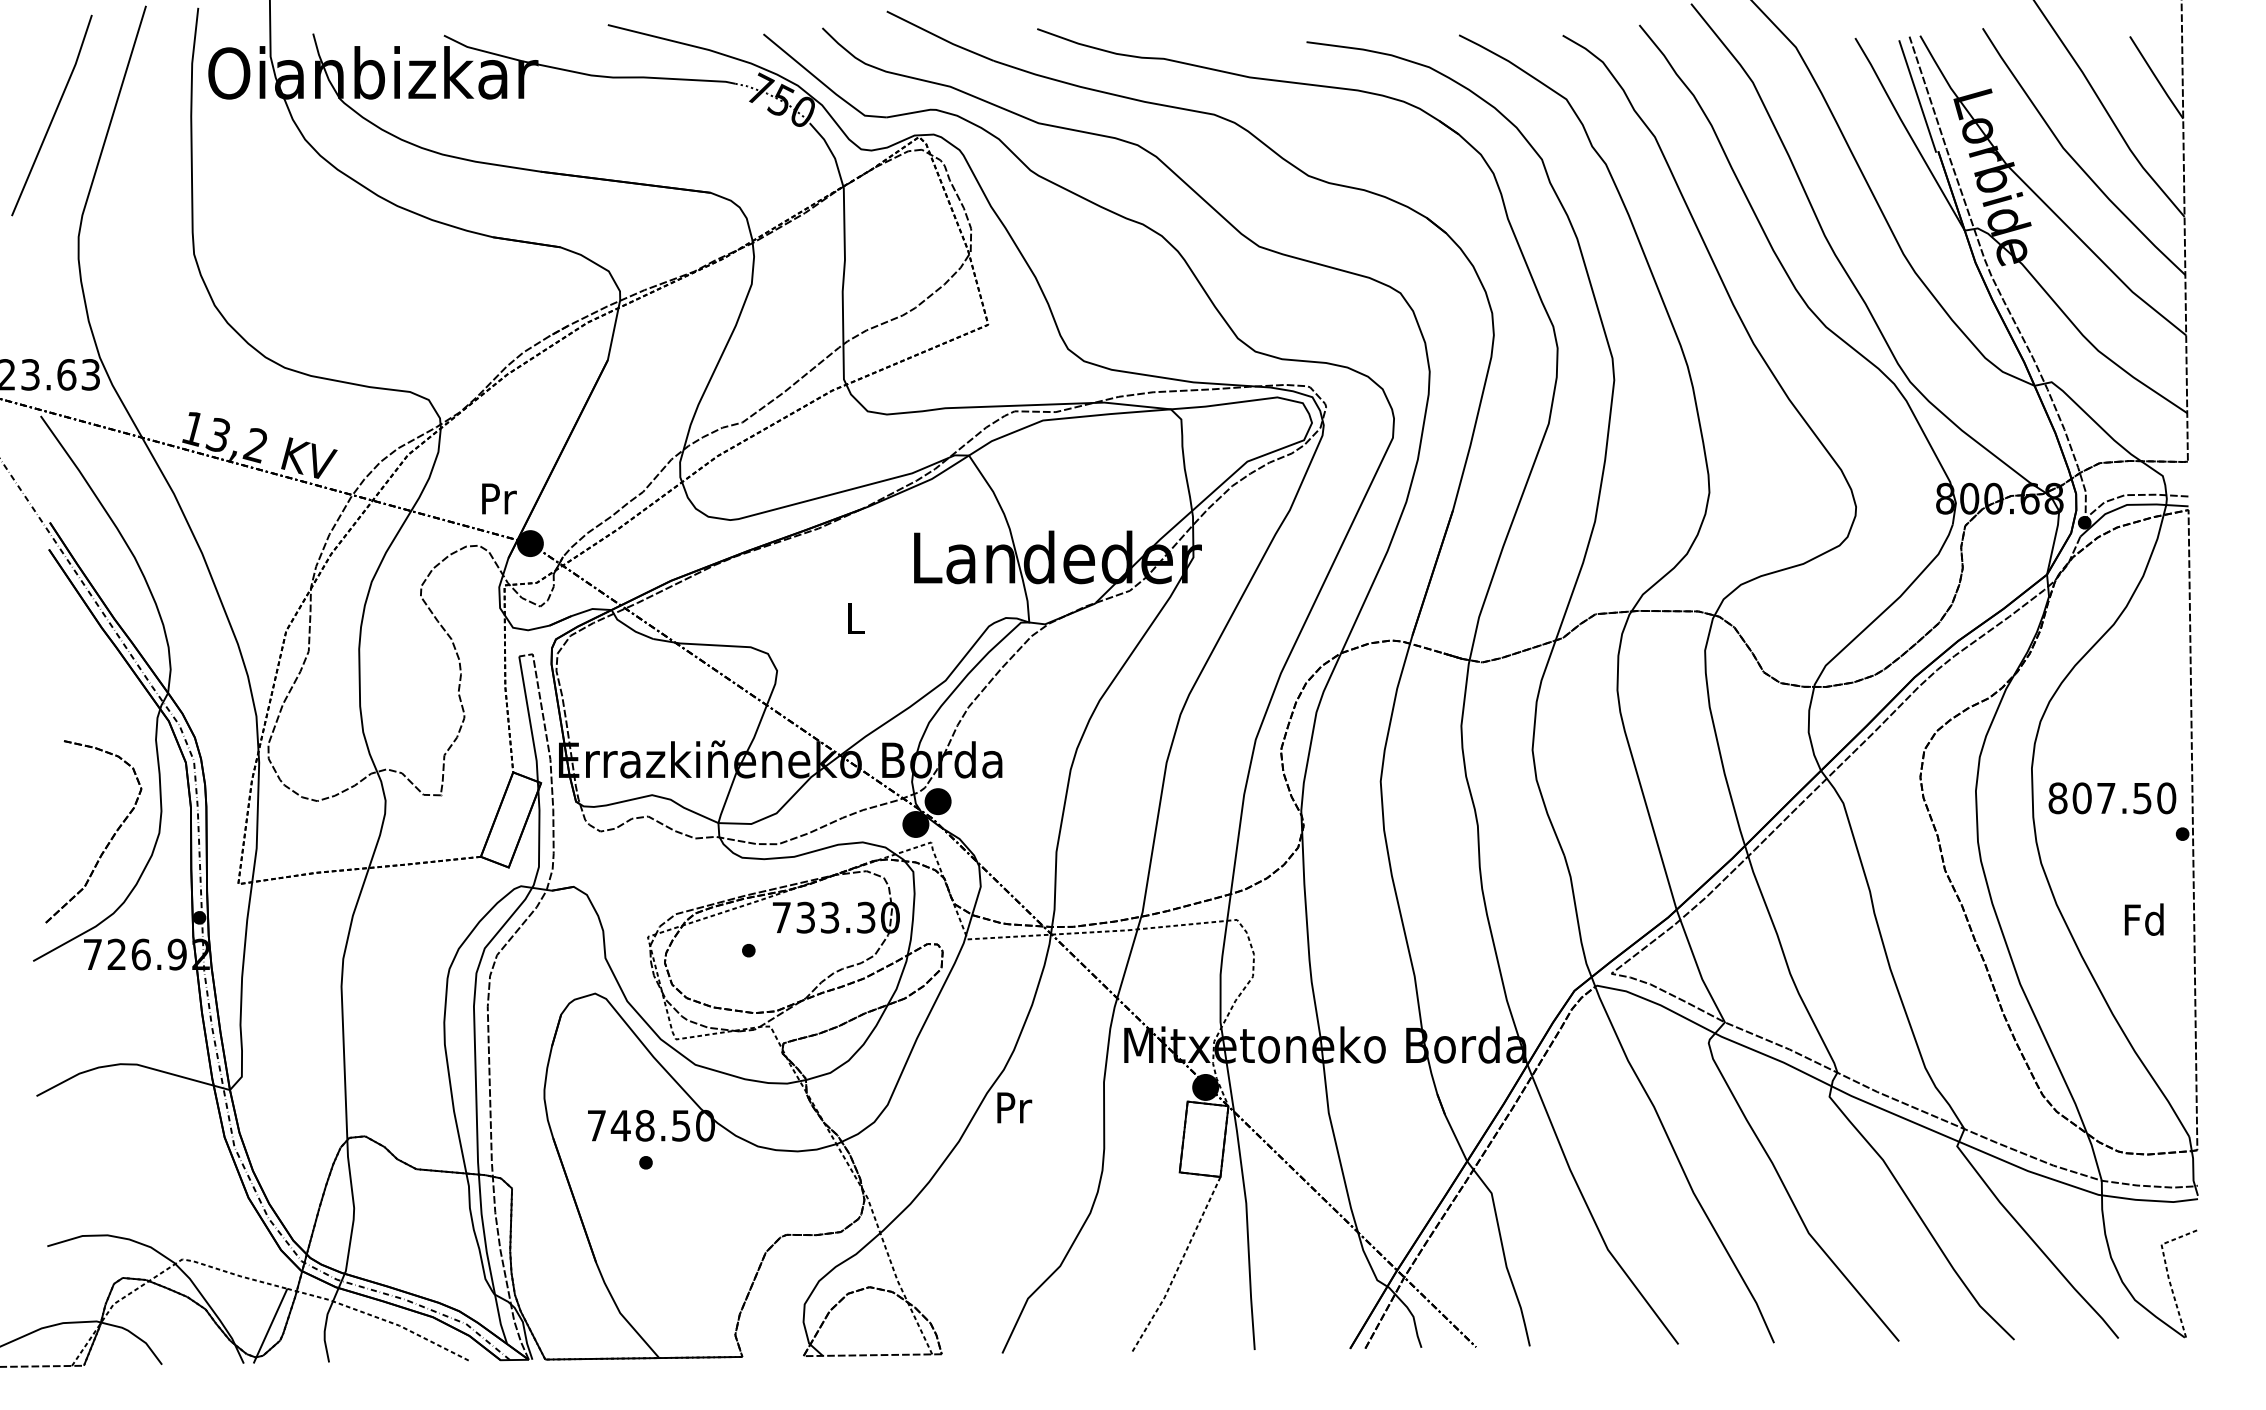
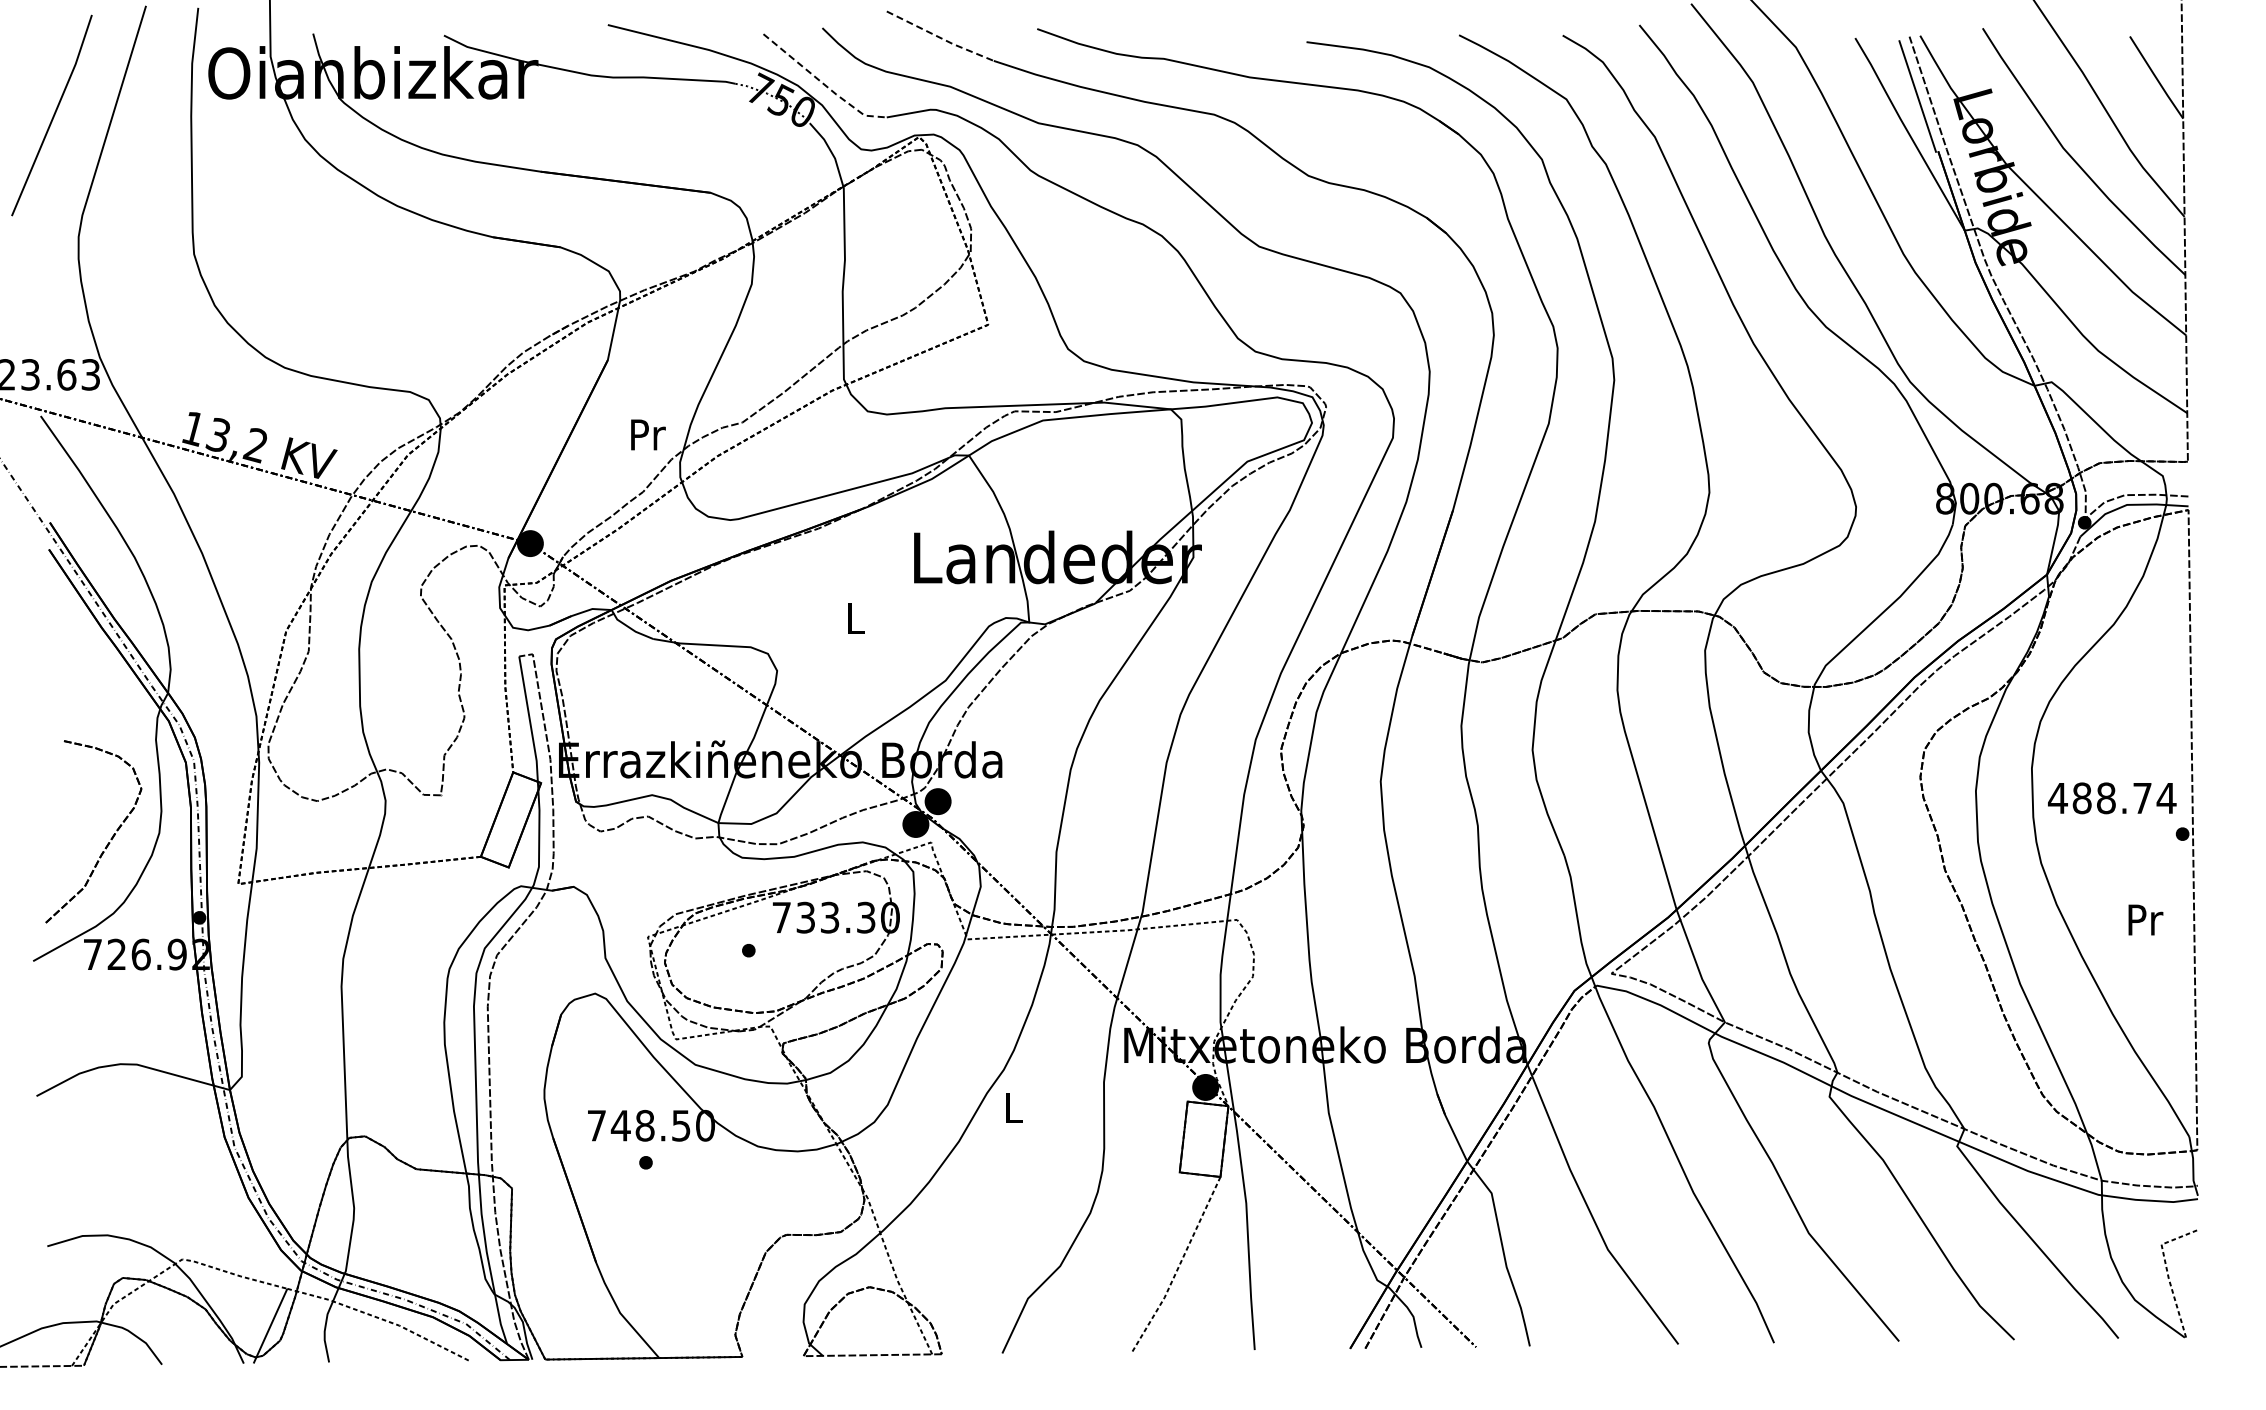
line at (940, 37): solid -> dashed
line at (823, 83): solid -> dashed
text at (499, 498) position: (499, 498) -> (648, 434)
text at (2112, 798): 807.50 -> 488.74
text at (2143, 919): Fd -> Pr
text at (1014, 1107): Pr -> L
